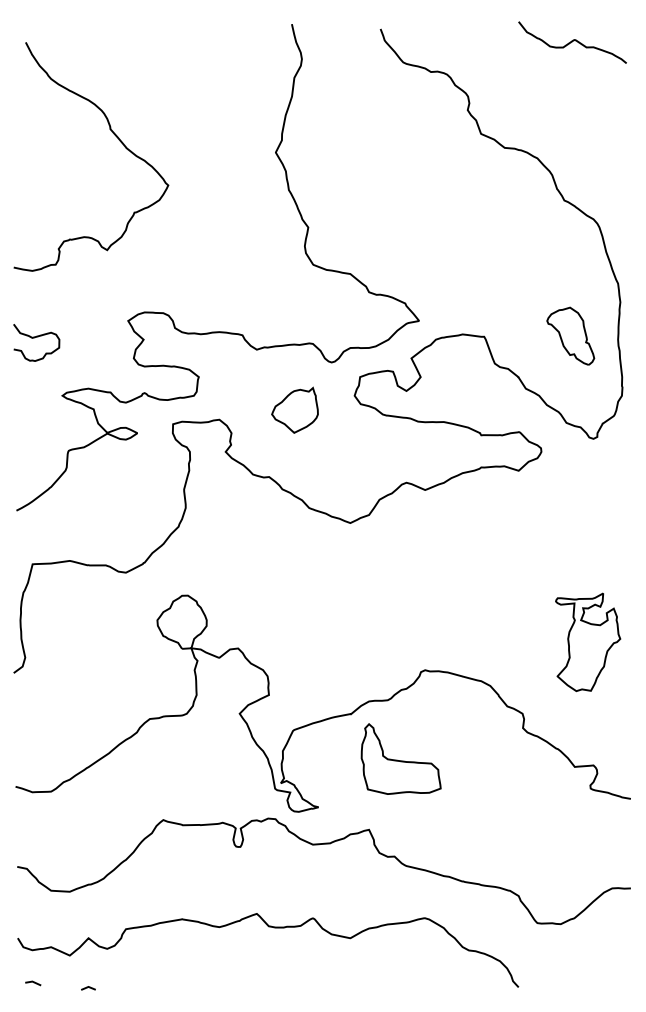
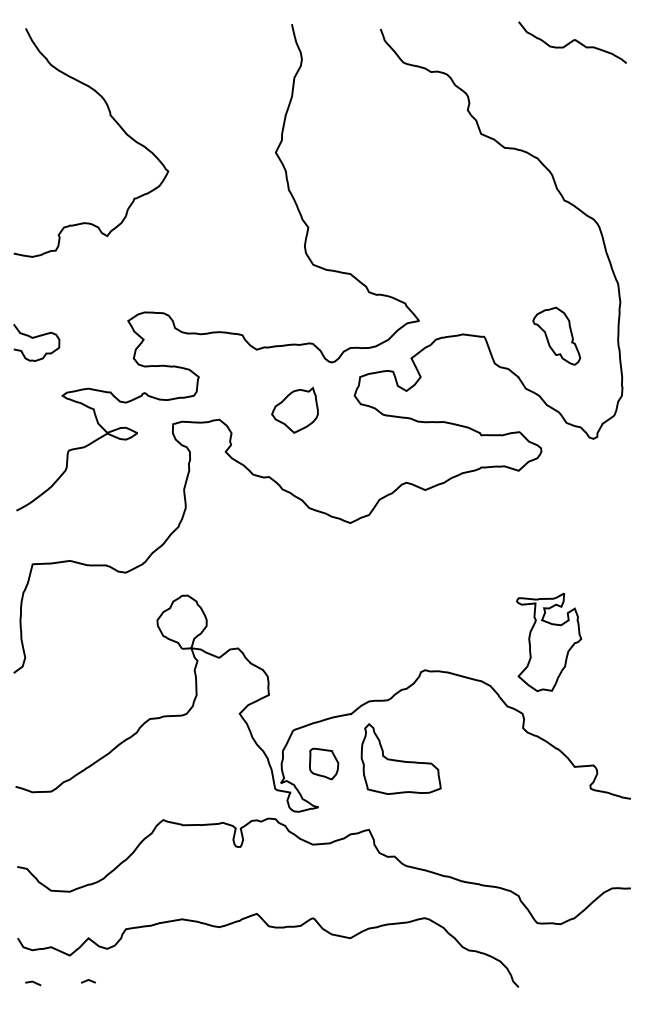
curve at (113, 134) position: (113, 134) -> (113, 120)
part at (570, 335) position: (570, 335) -> (556, 335)
part at (588, 642) position: (588, 642) -> (549, 642)
part at (324, 763): none -> present
line at (88, 987) position: (88, 987) -> (88, 980)
